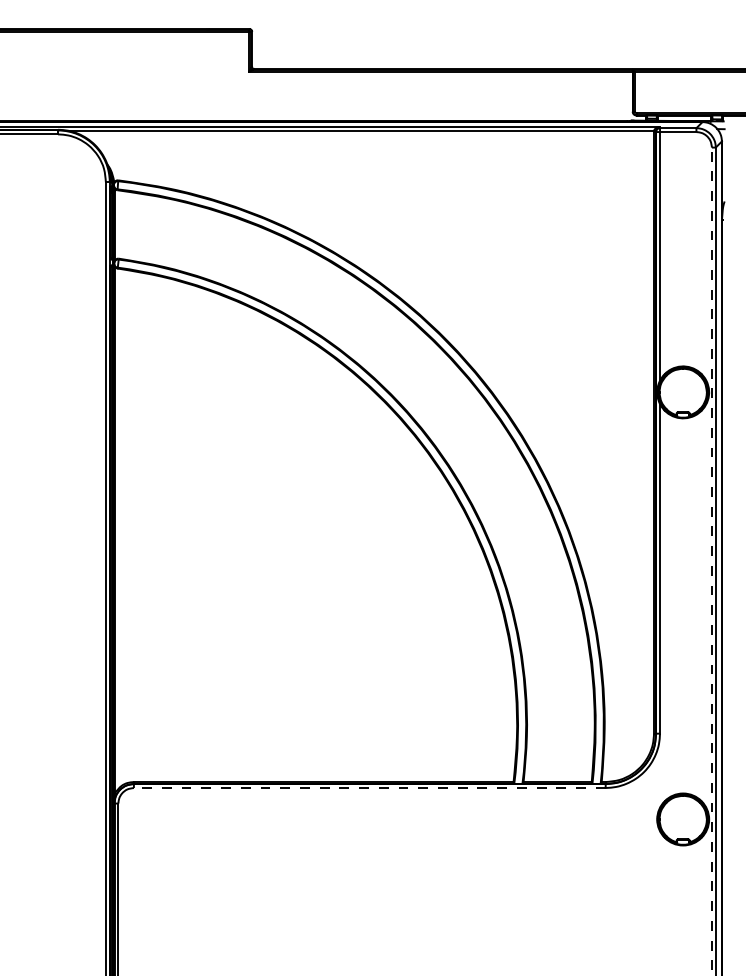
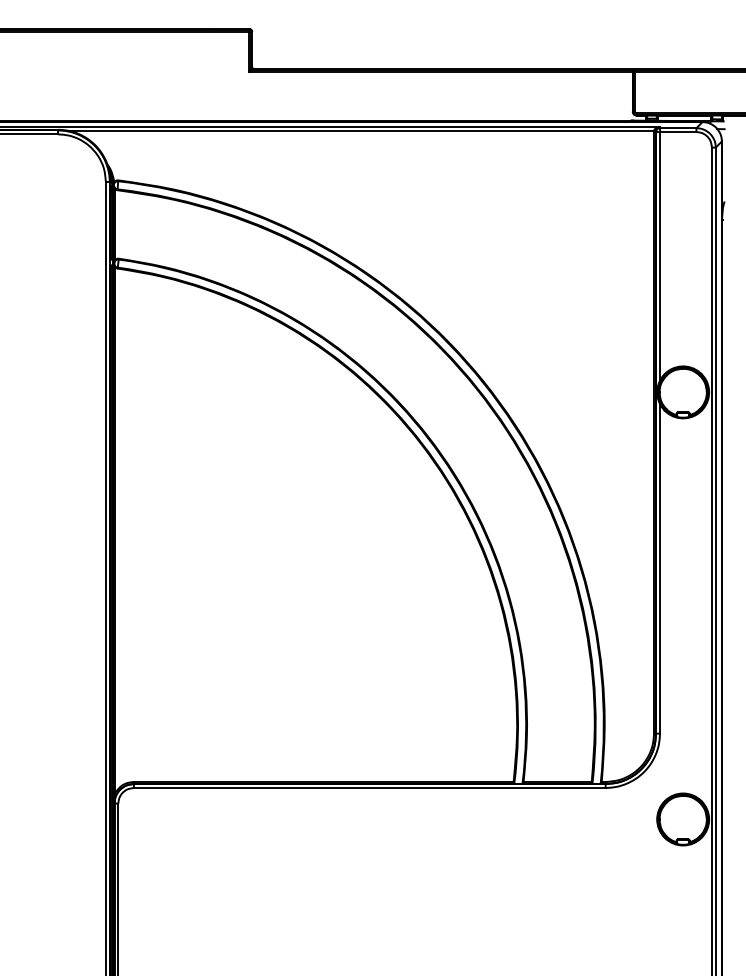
line at (711, 561): dashed -> solid
line at (369, 788): dashed -> solid
